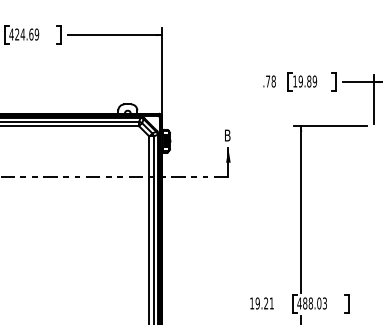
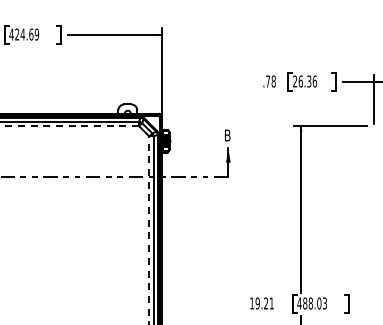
text at (305, 81): 19.89 -> 26.36
line at (69, 126): solid -> dashed
line at (149, 230): solid -> dashed
